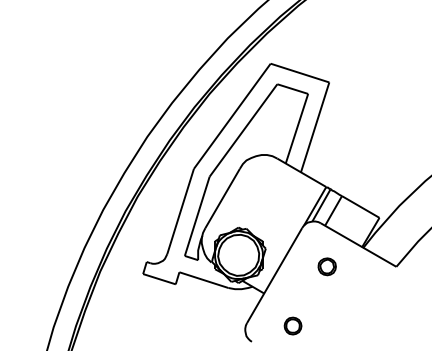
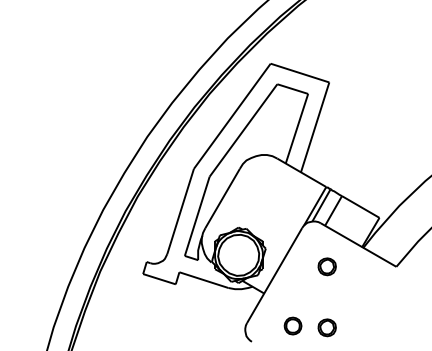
part at (326, 327): none -> present
